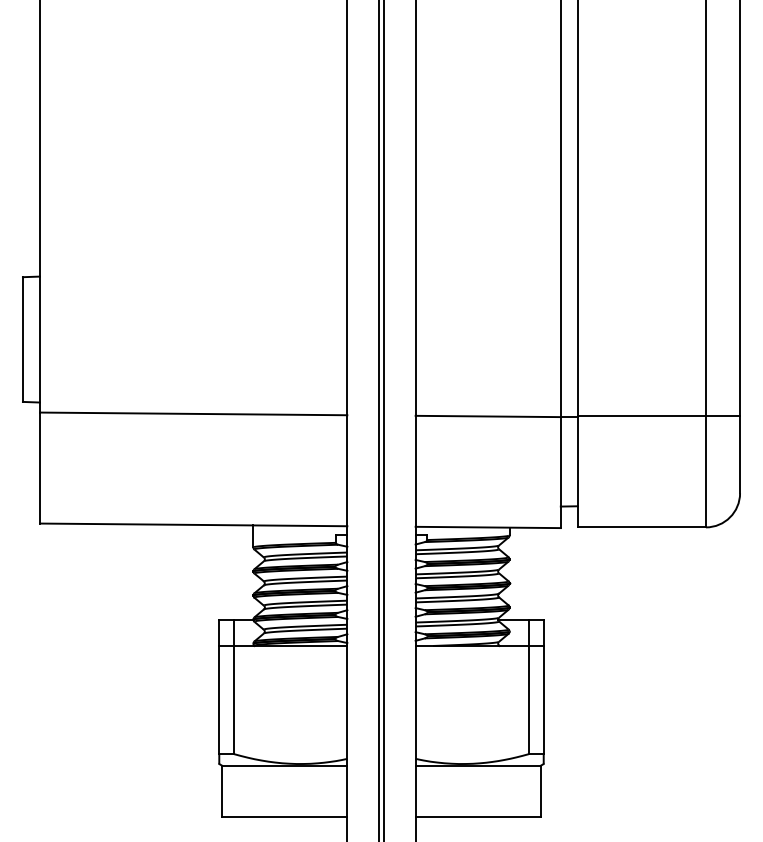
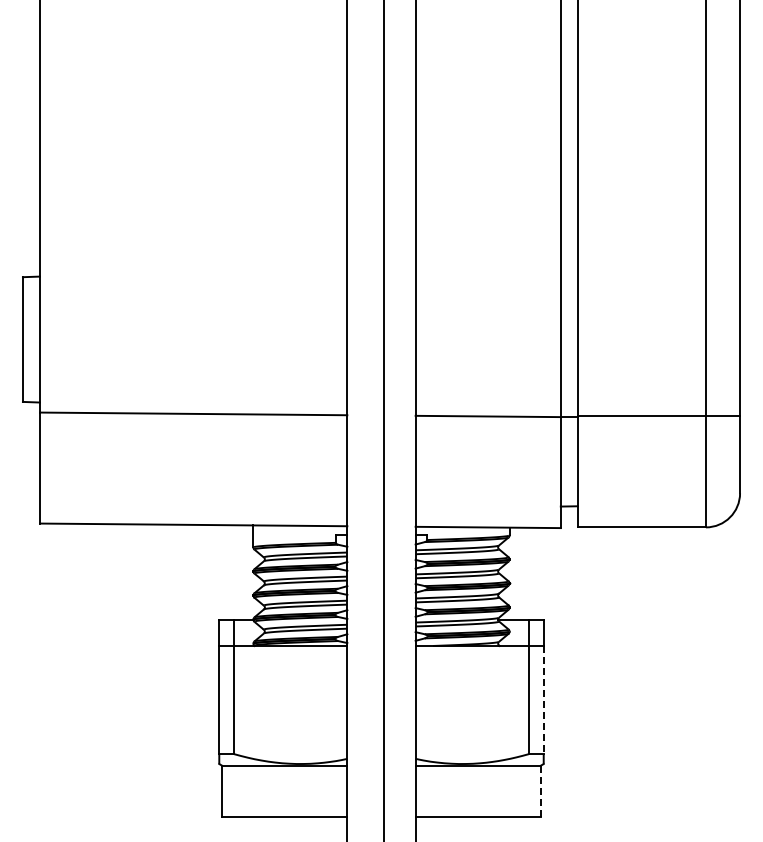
line at (379, 420): present -> none
line at (543, 700): solid -> dashed
line at (541, 791): solid -> dashed
